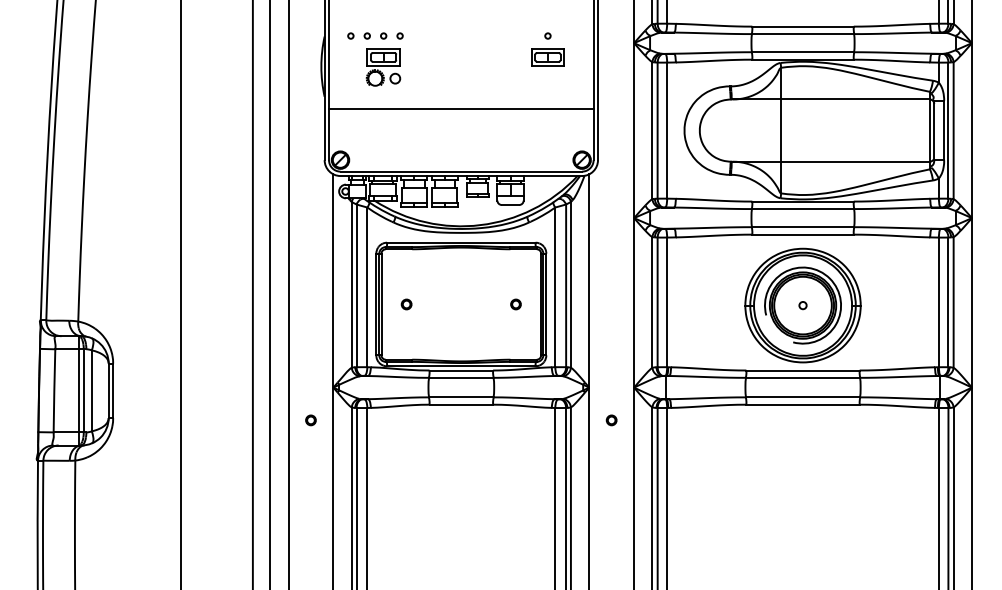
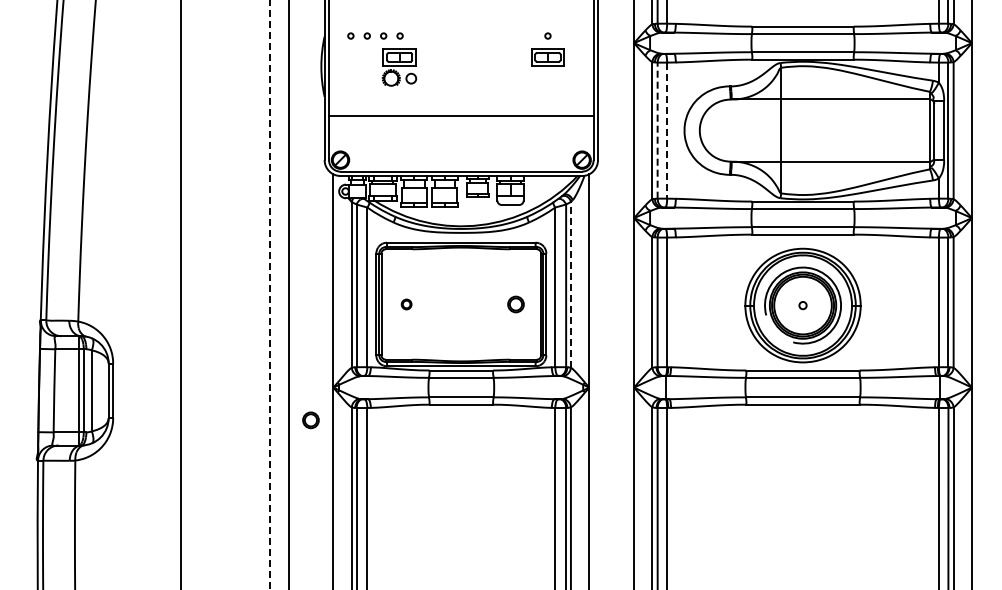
part at (383, 67) position: (383, 67) -> (399, 67)
line at (461, 109) position: (461, 109) -> (461, 116)
line at (657, 130): solid -> dashed
line at (667, 131): solid -> dashed
line at (570, 284): solid -> dashed
line at (252, 294): present -> none
line at (270, 294): solid -> dashed
part at (515, 304) size: 12x13 px -> 18x19 px
part at (310, 420) size: 12x13 px -> 18x19 px
part at (611, 420): present -> none
